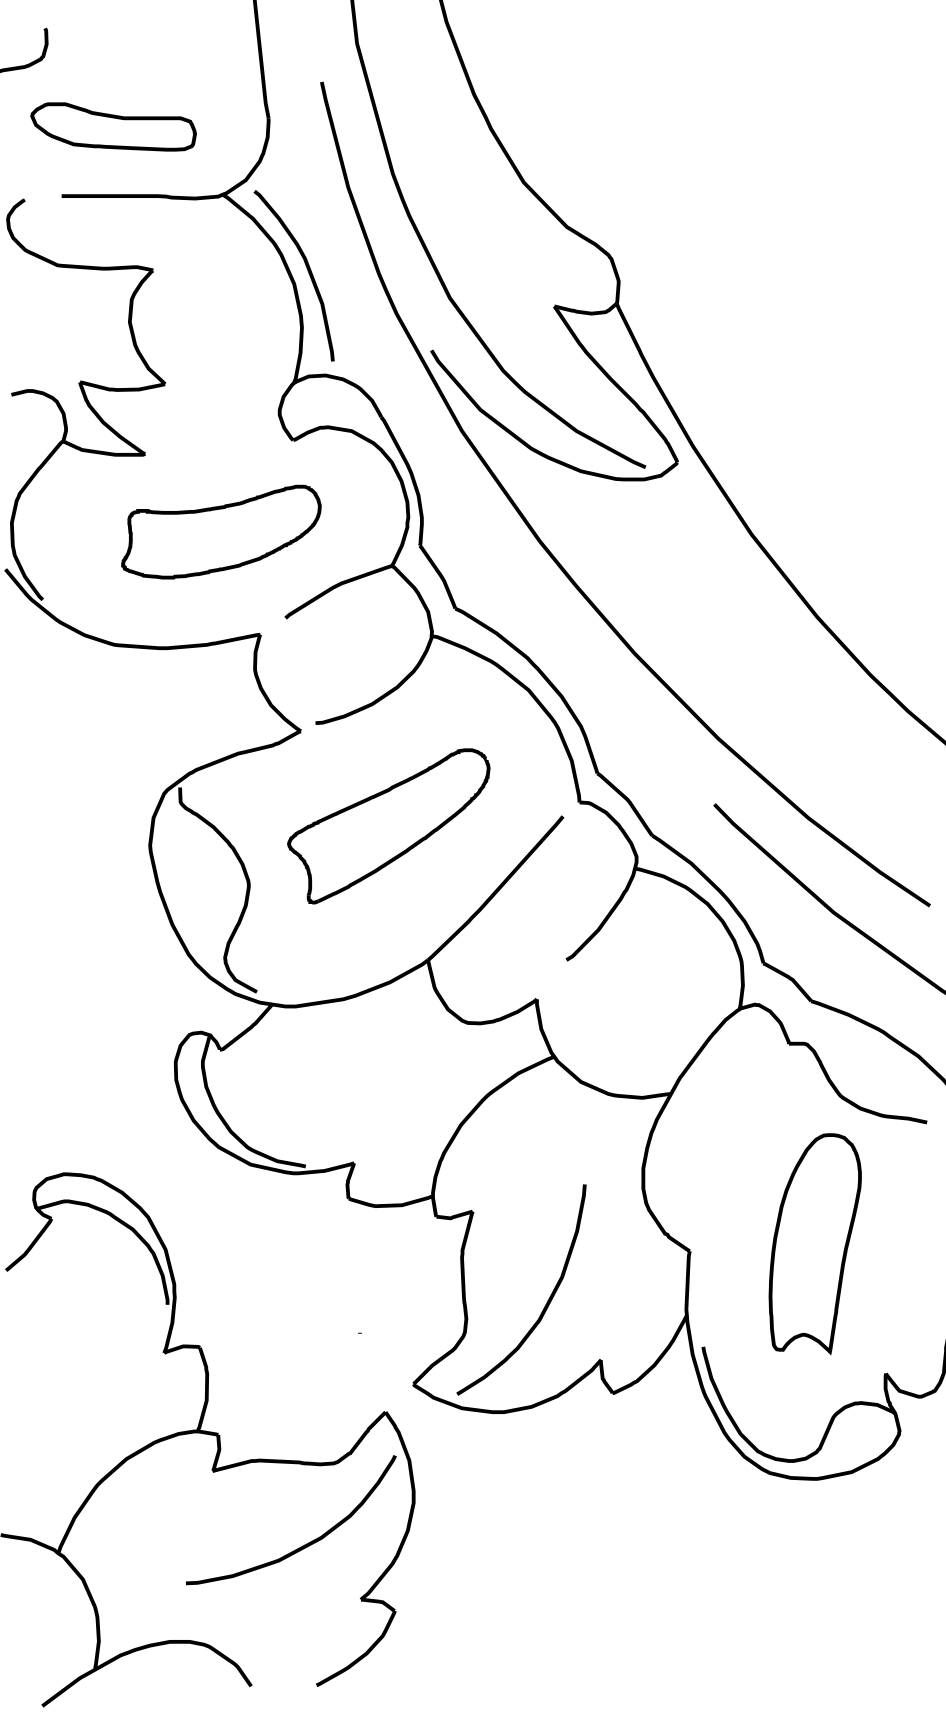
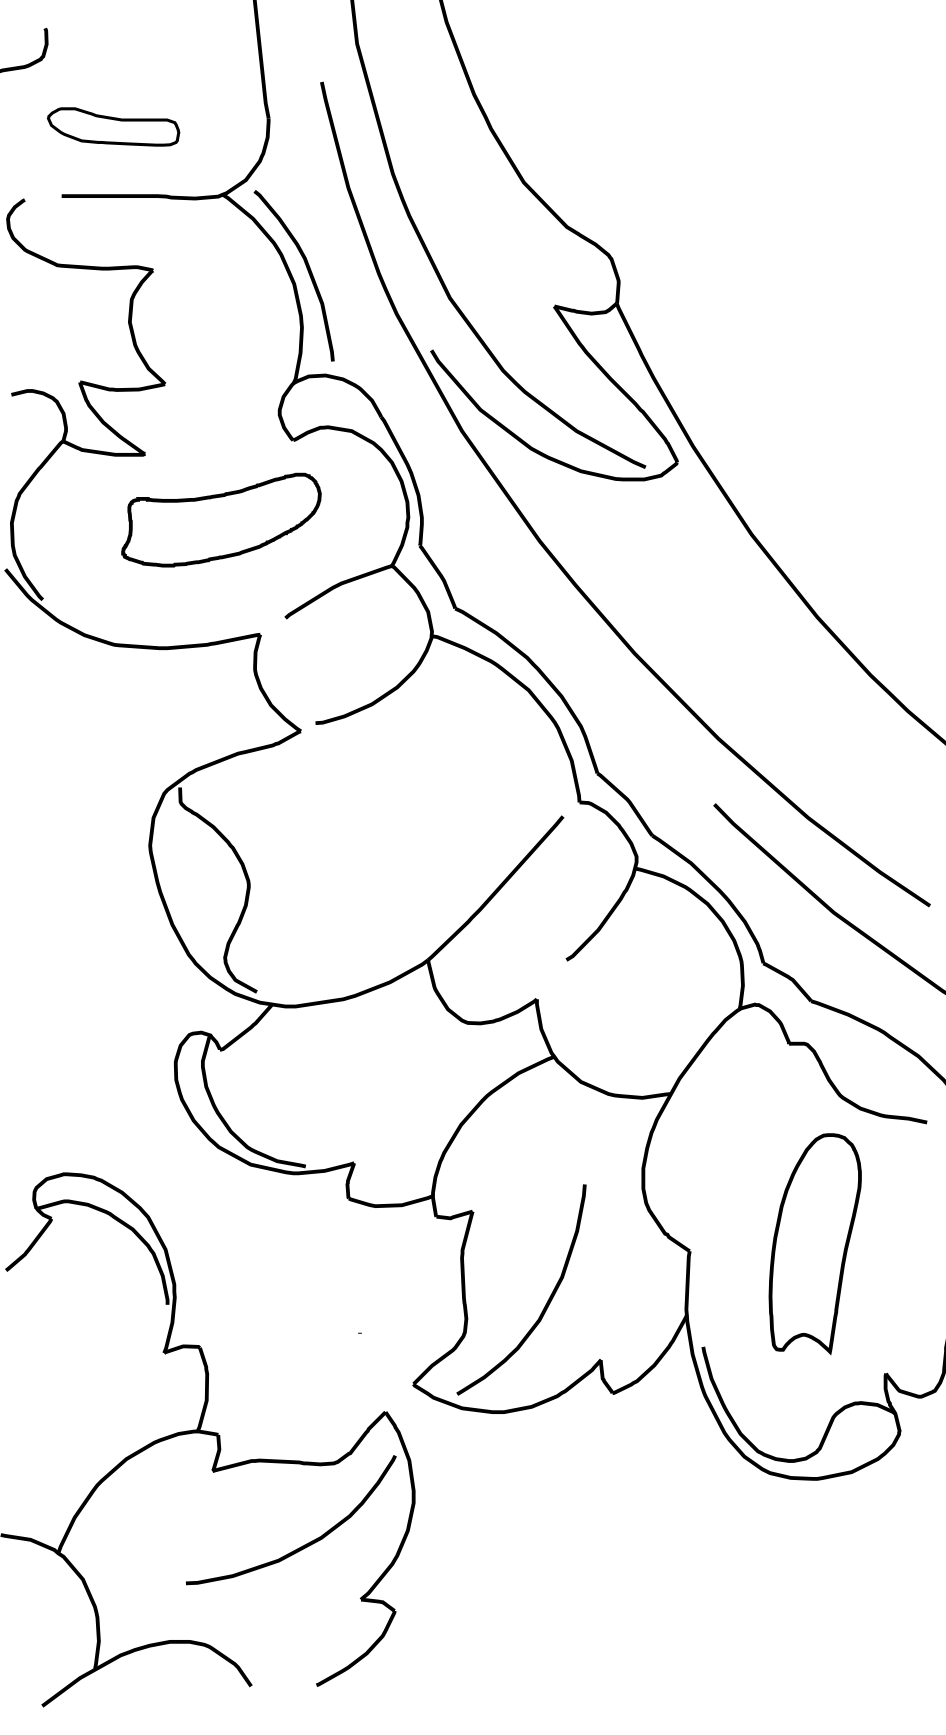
part at (113, 126) size: 167x50 px -> 134x40 px
part at (221, 531) position: (221, 531) -> (221, 519)
part at (388, 826): present -> none
